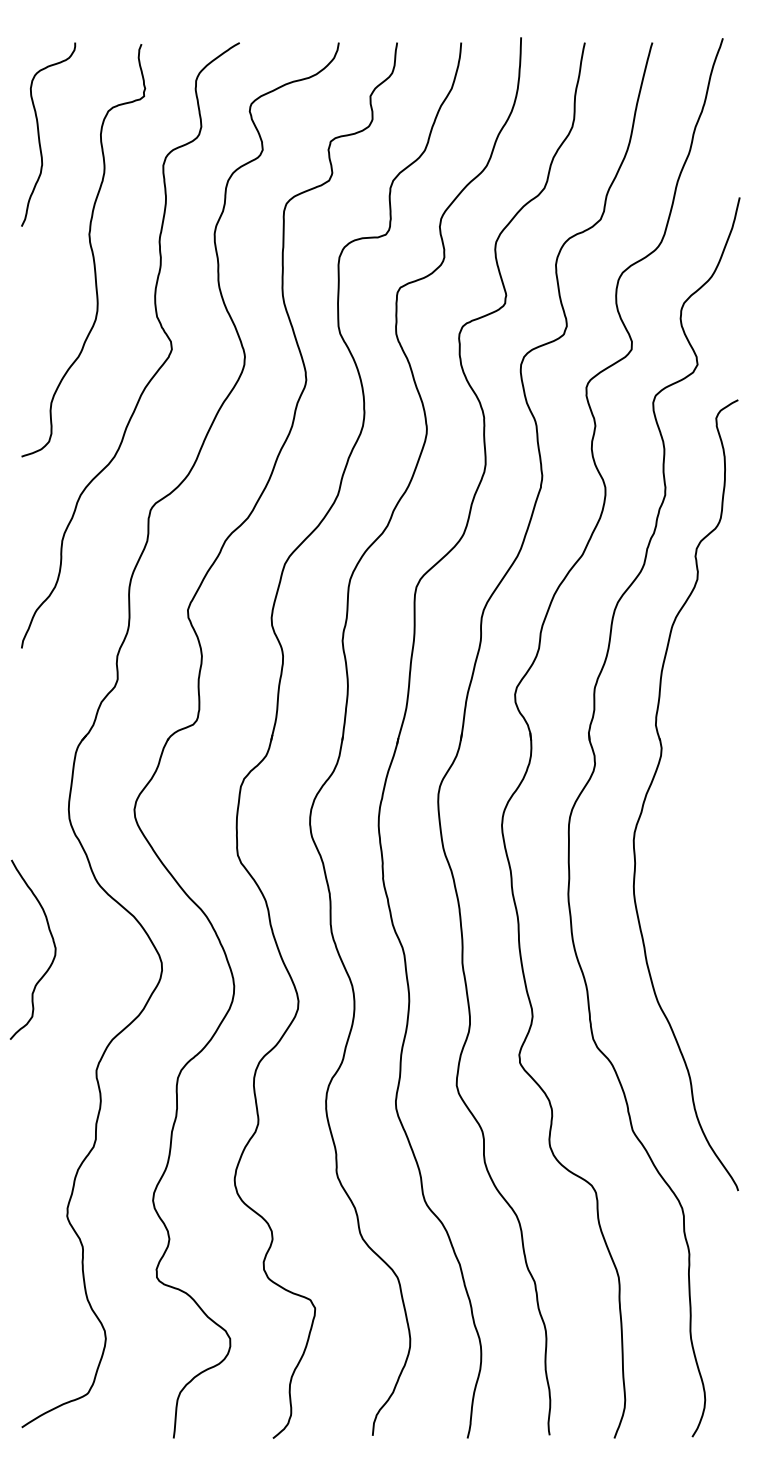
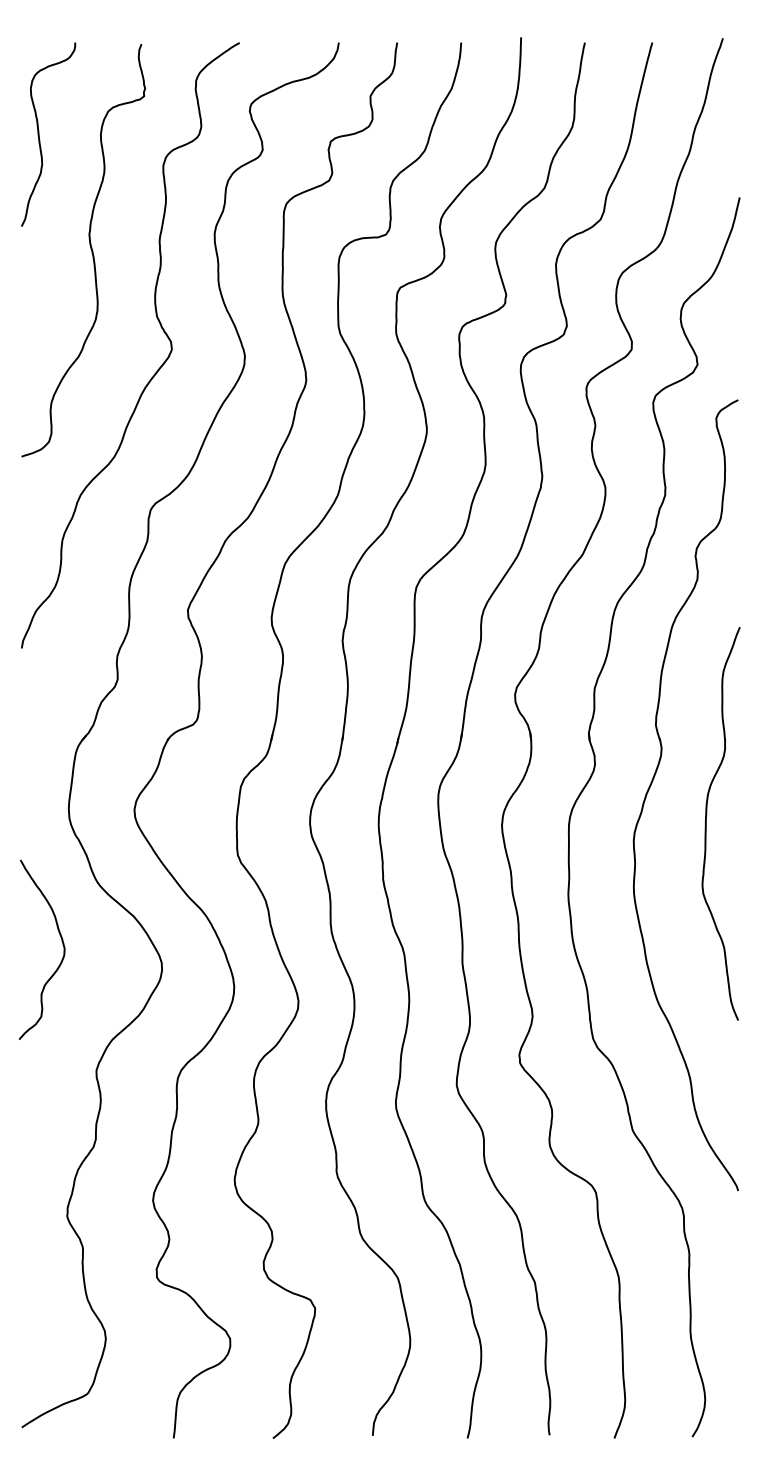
part at (706, 823): none -> present
curve at (53, 945) position: (53, 945) -> (62, 945)
